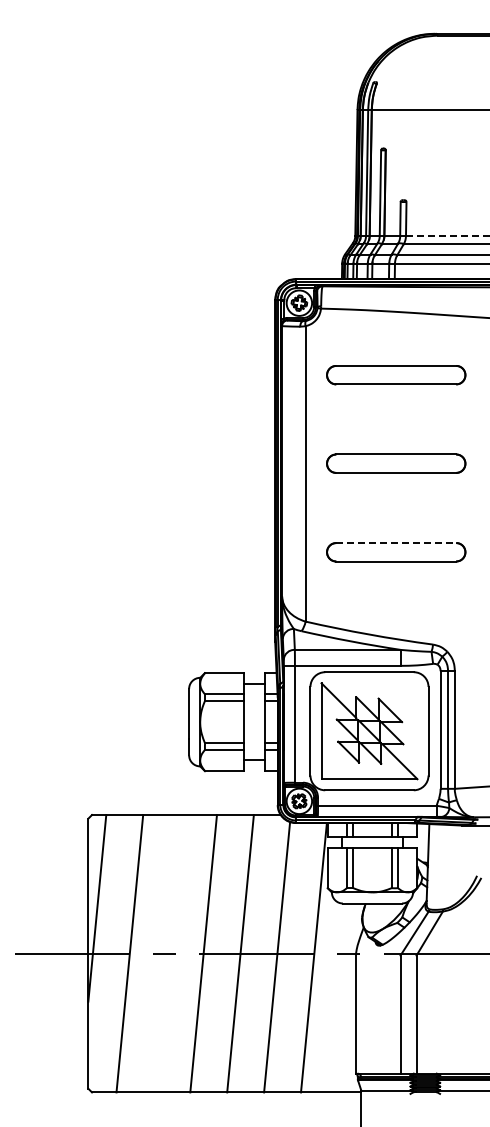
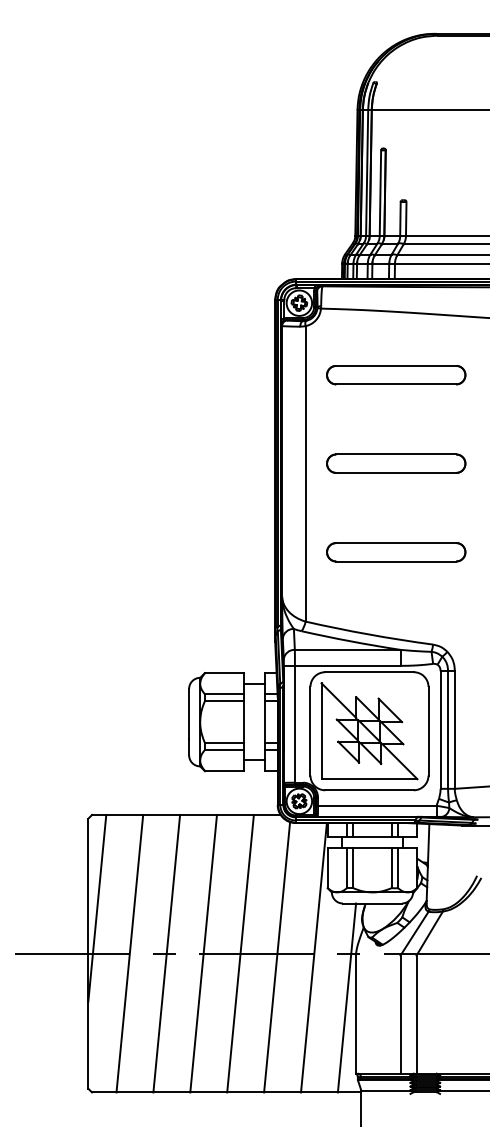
line at (447, 236): dashed -> solid
line at (396, 543): dashed -> solid
line at (166, 953): none -> present
line at (346, 997): none -> present
